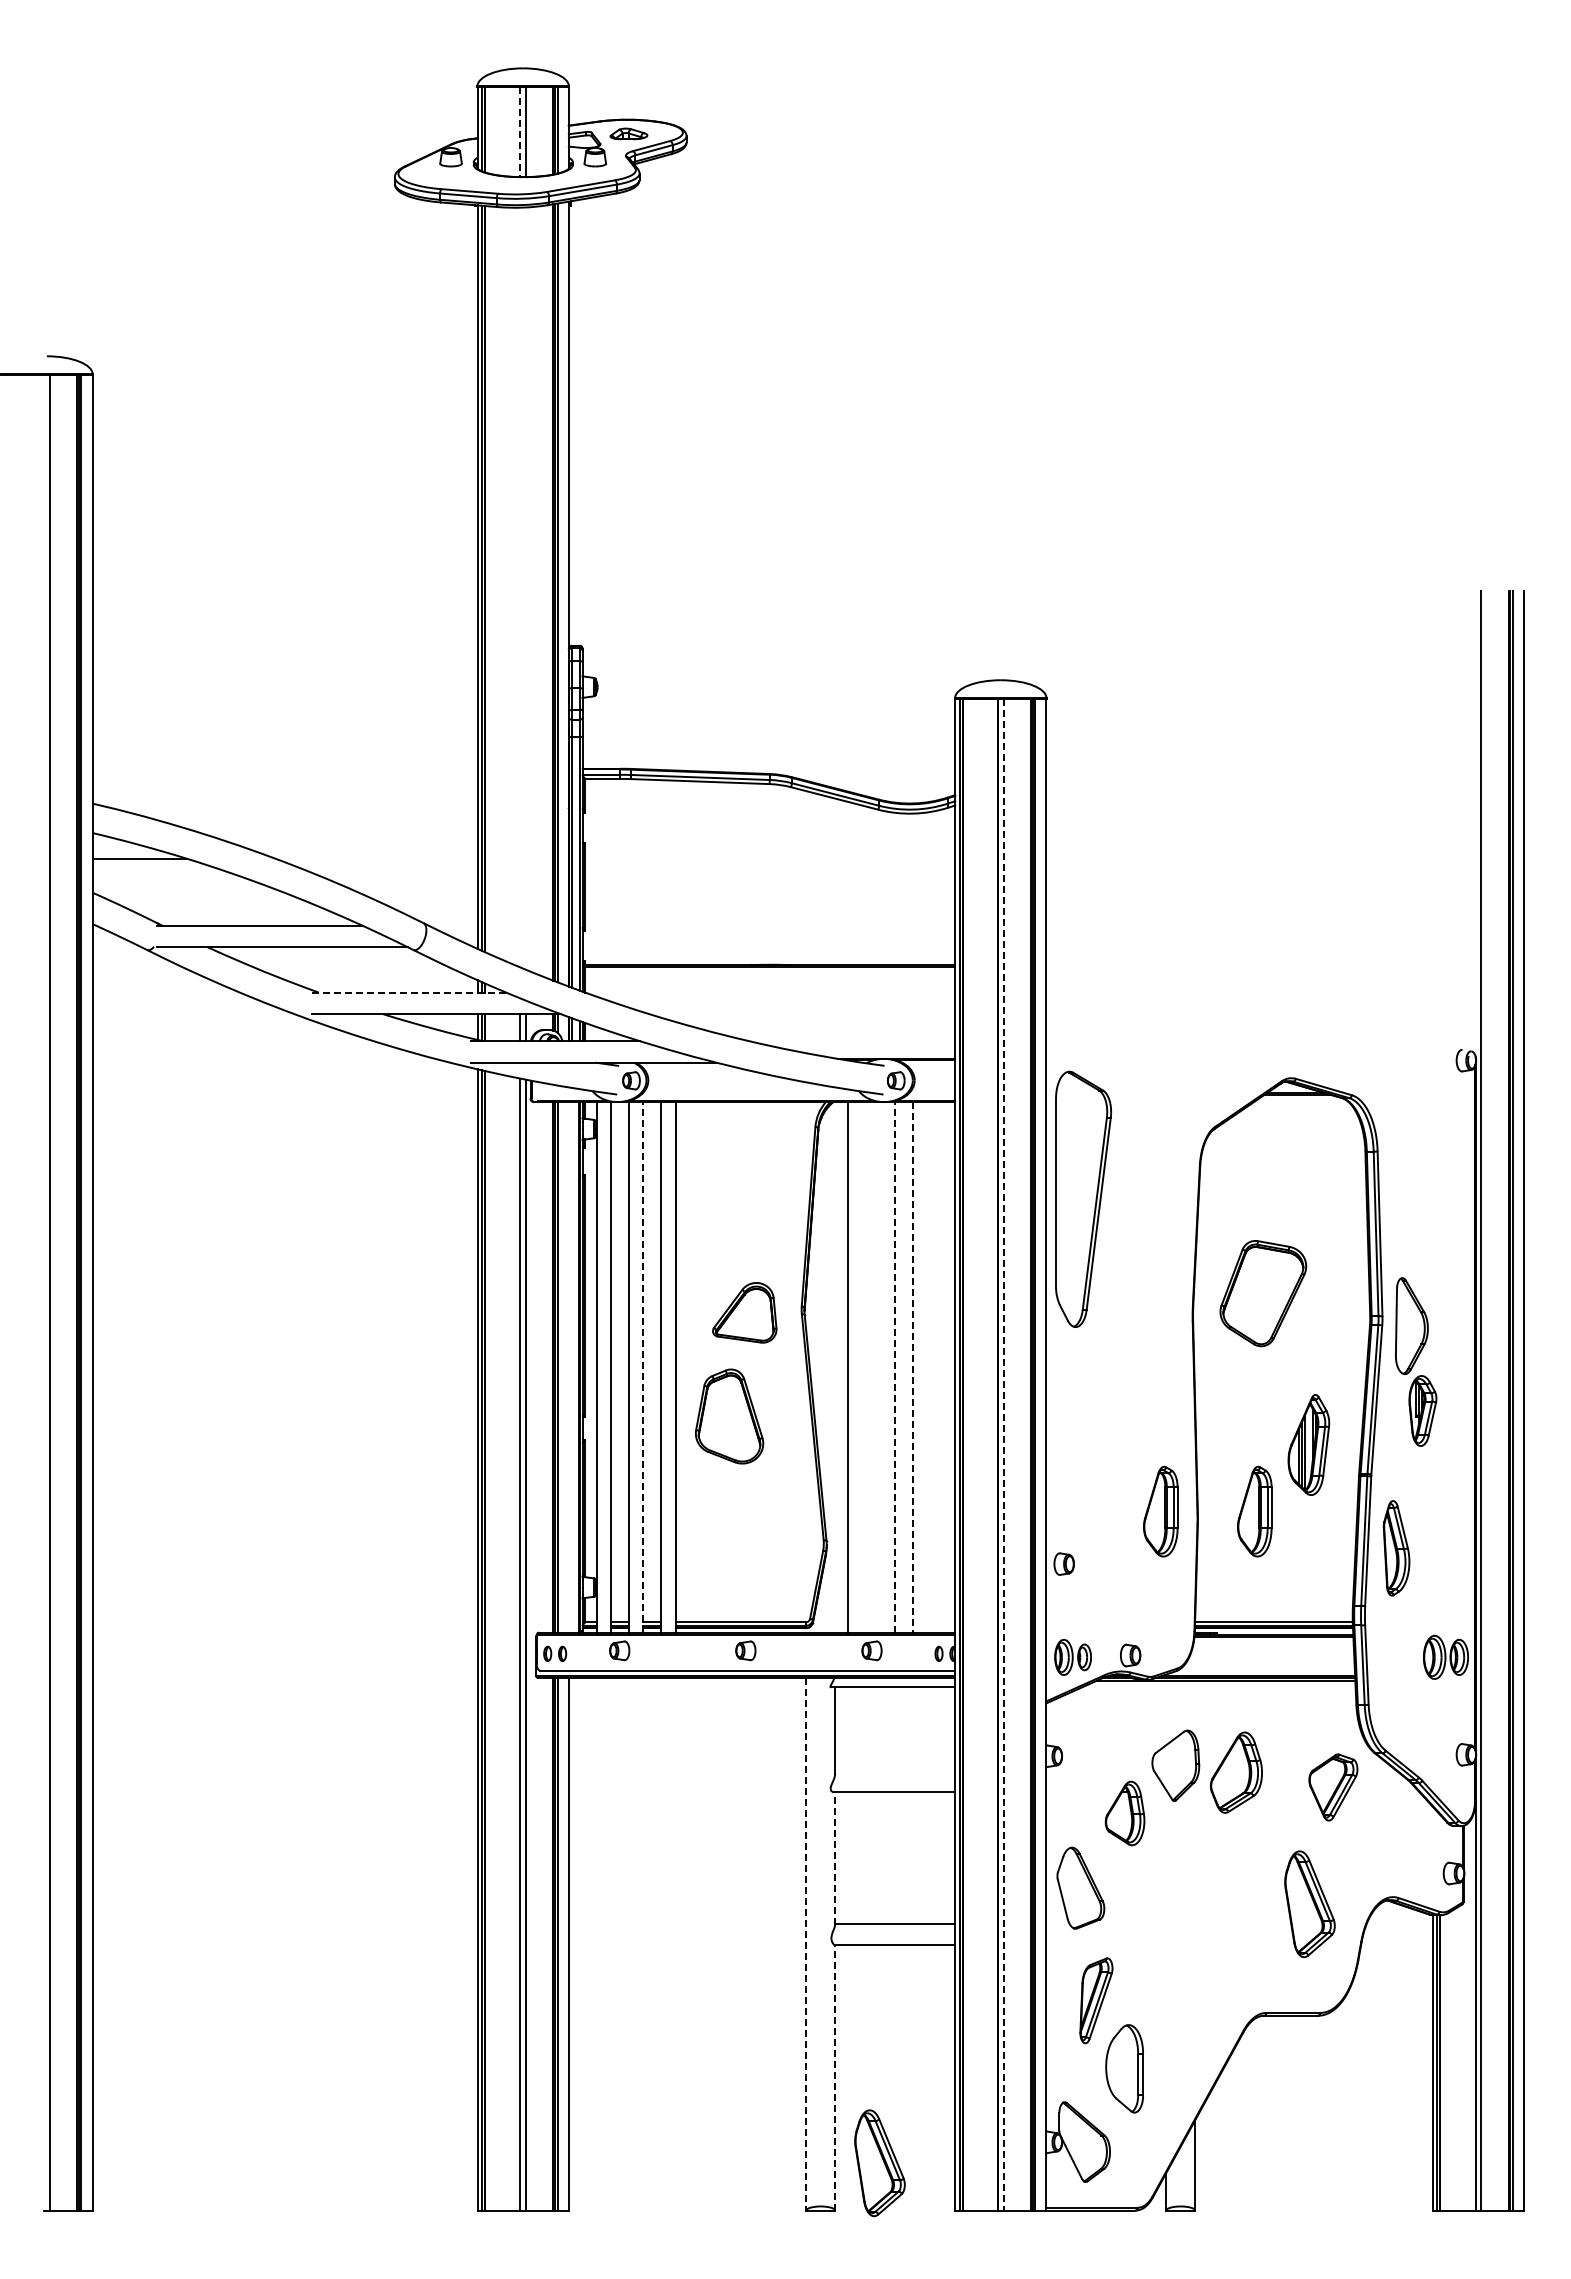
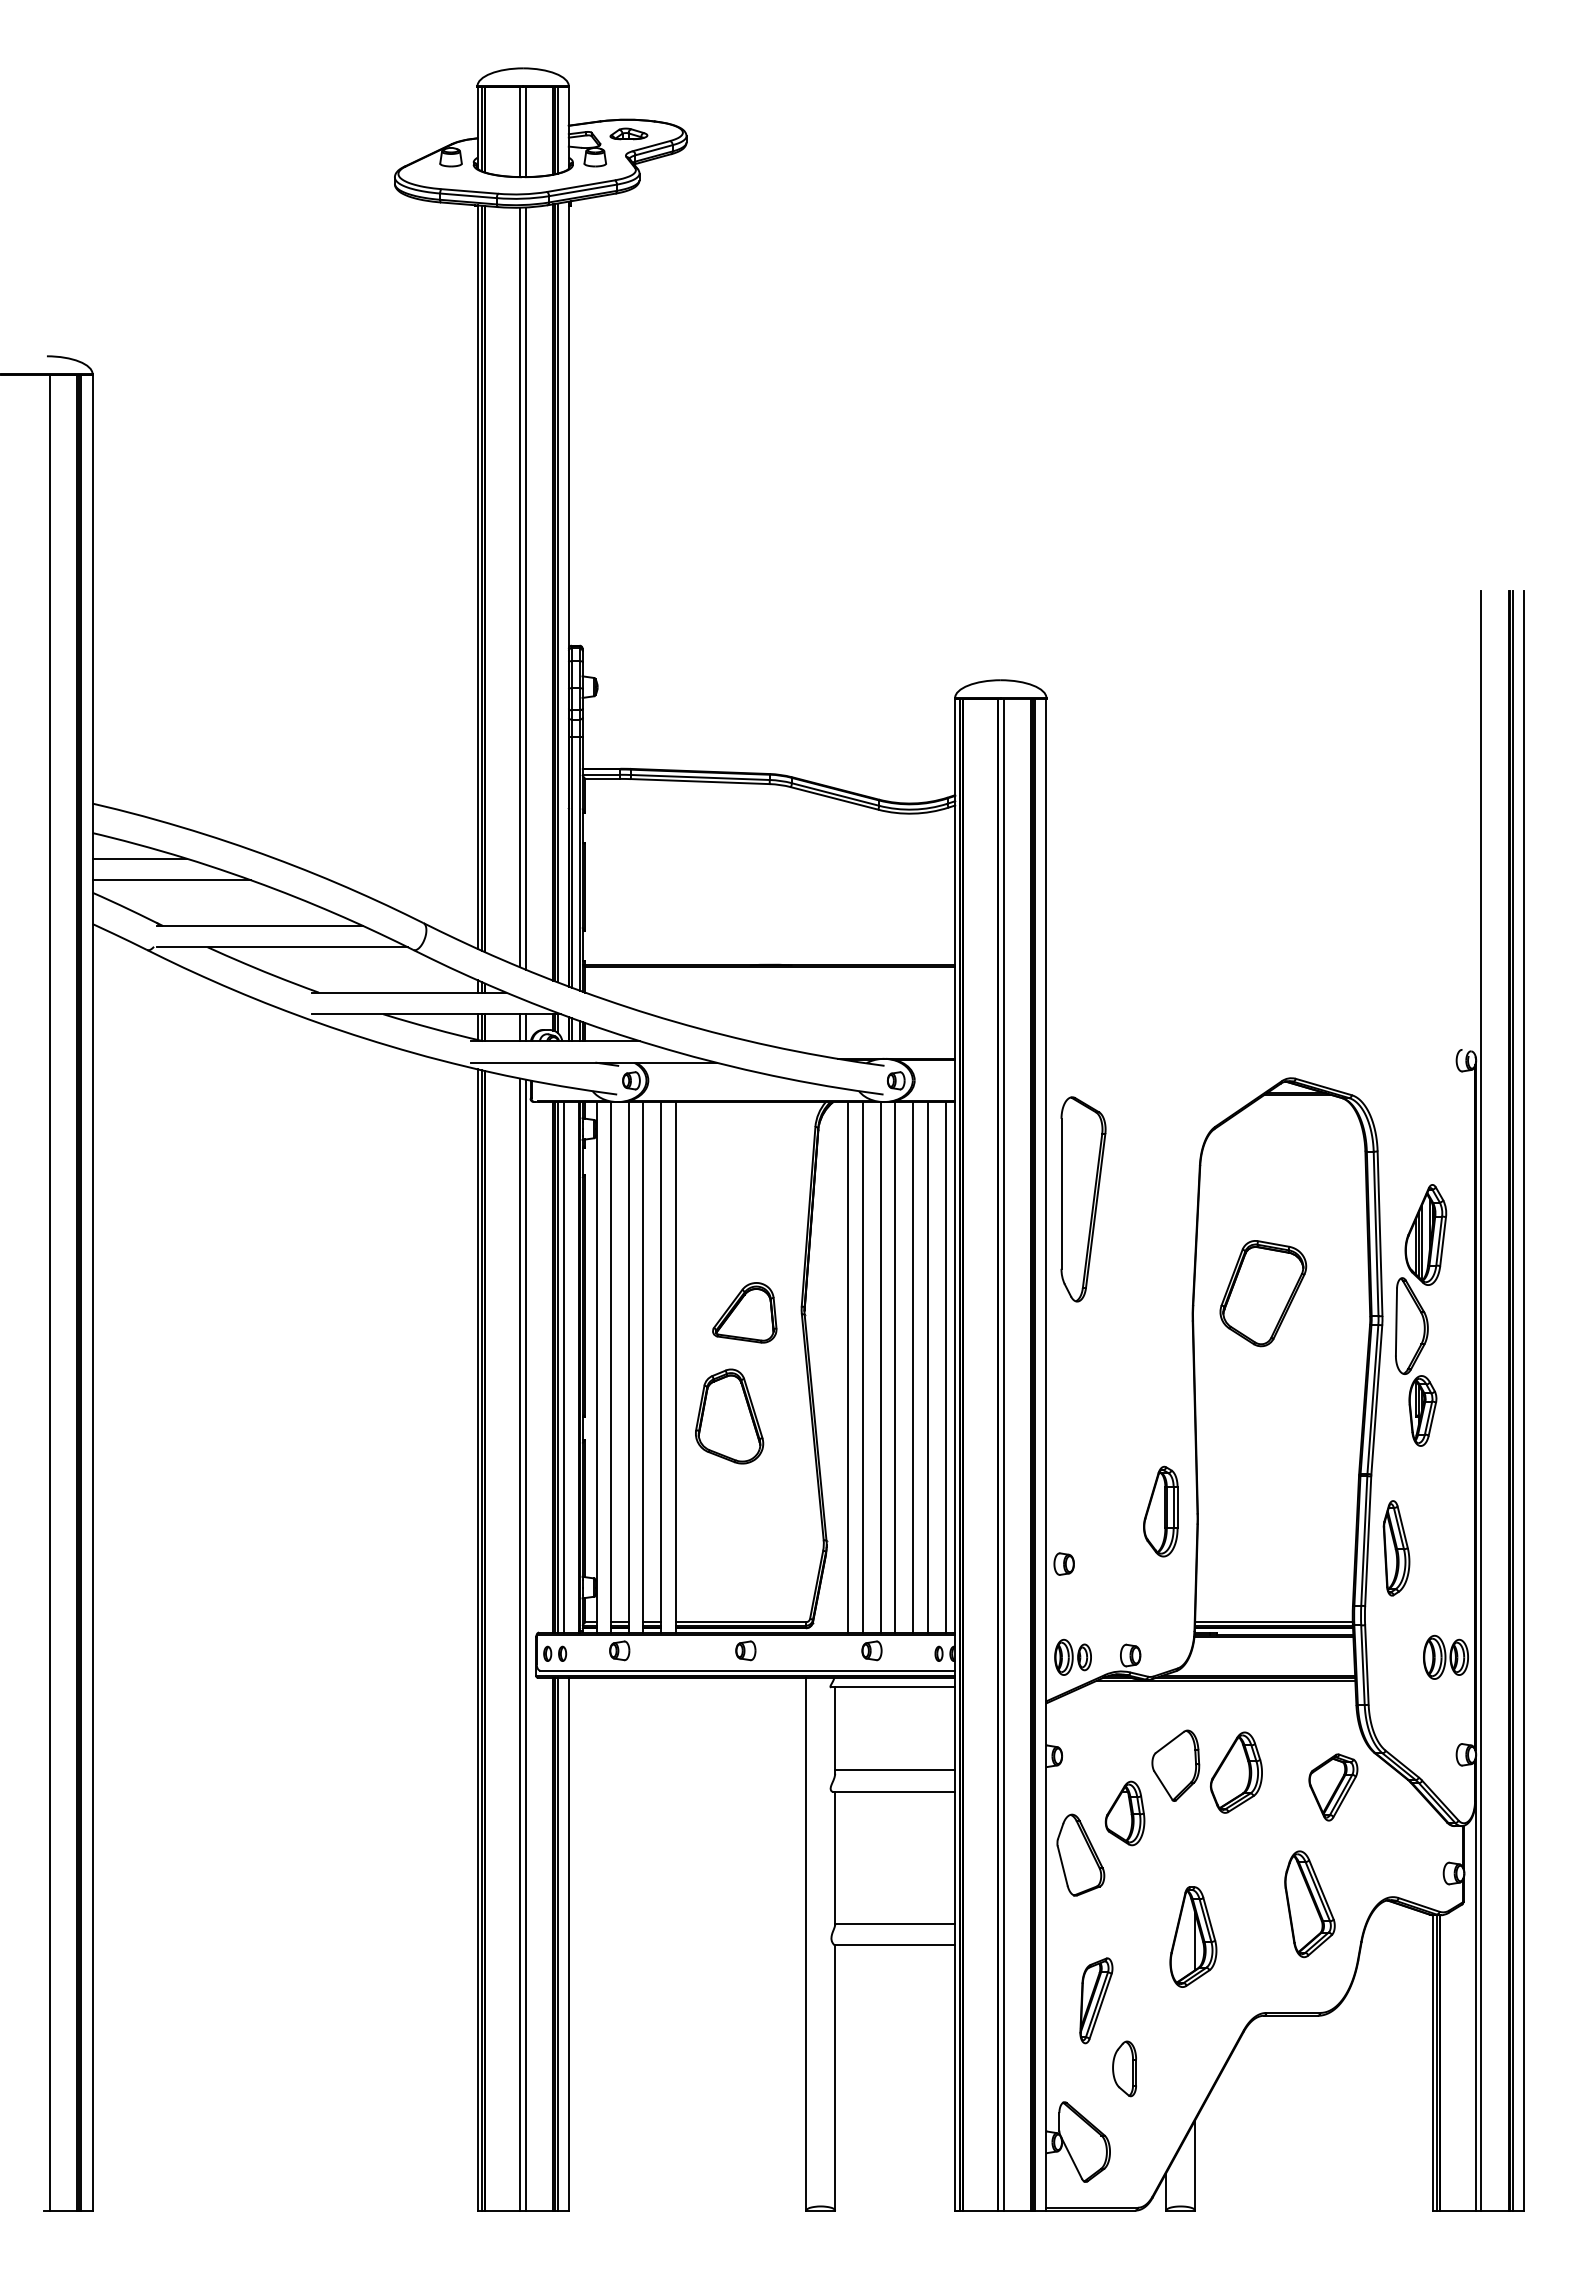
line at (520, 132): dashed -> solid
line at (520, 587): none -> present
line at (526, 588): none -> present
line at (171, 880): none -> present
line at (408, 992): dashed -> solid
part at (1083, 1198) size: 57x258 px -> 47x207 px
line at (643, 1366): dashed -> solid
line at (895, 1366): dashed -> solid
line at (564, 1367): none -> present
line at (862, 1367): none -> present
line at (880, 1367): none -> present
line at (913, 1367): dashed -> solid
line at (927, 1367): none -> present
line at (945, 1367): none -> present
part at (1308, 1444) position: (1308, 1444) -> (1425, 1234)
line at (1003, 1454): dashed -> solid
part at (1254, 1511): present -> none
line at (895, 1770): none -> present
line at (835, 1858): dashed -> solid
part at (1080, 1887) position: (1080, 1887) -> (1080, 1854)
part at (1193, 1936): none -> present
line at (806, 1944): dashed -> solid
part at (1124, 2068) size: 39x90 px -> 25x58 px
line at (835, 2077): dashed -> solid
part at (879, 2163): present -> none
